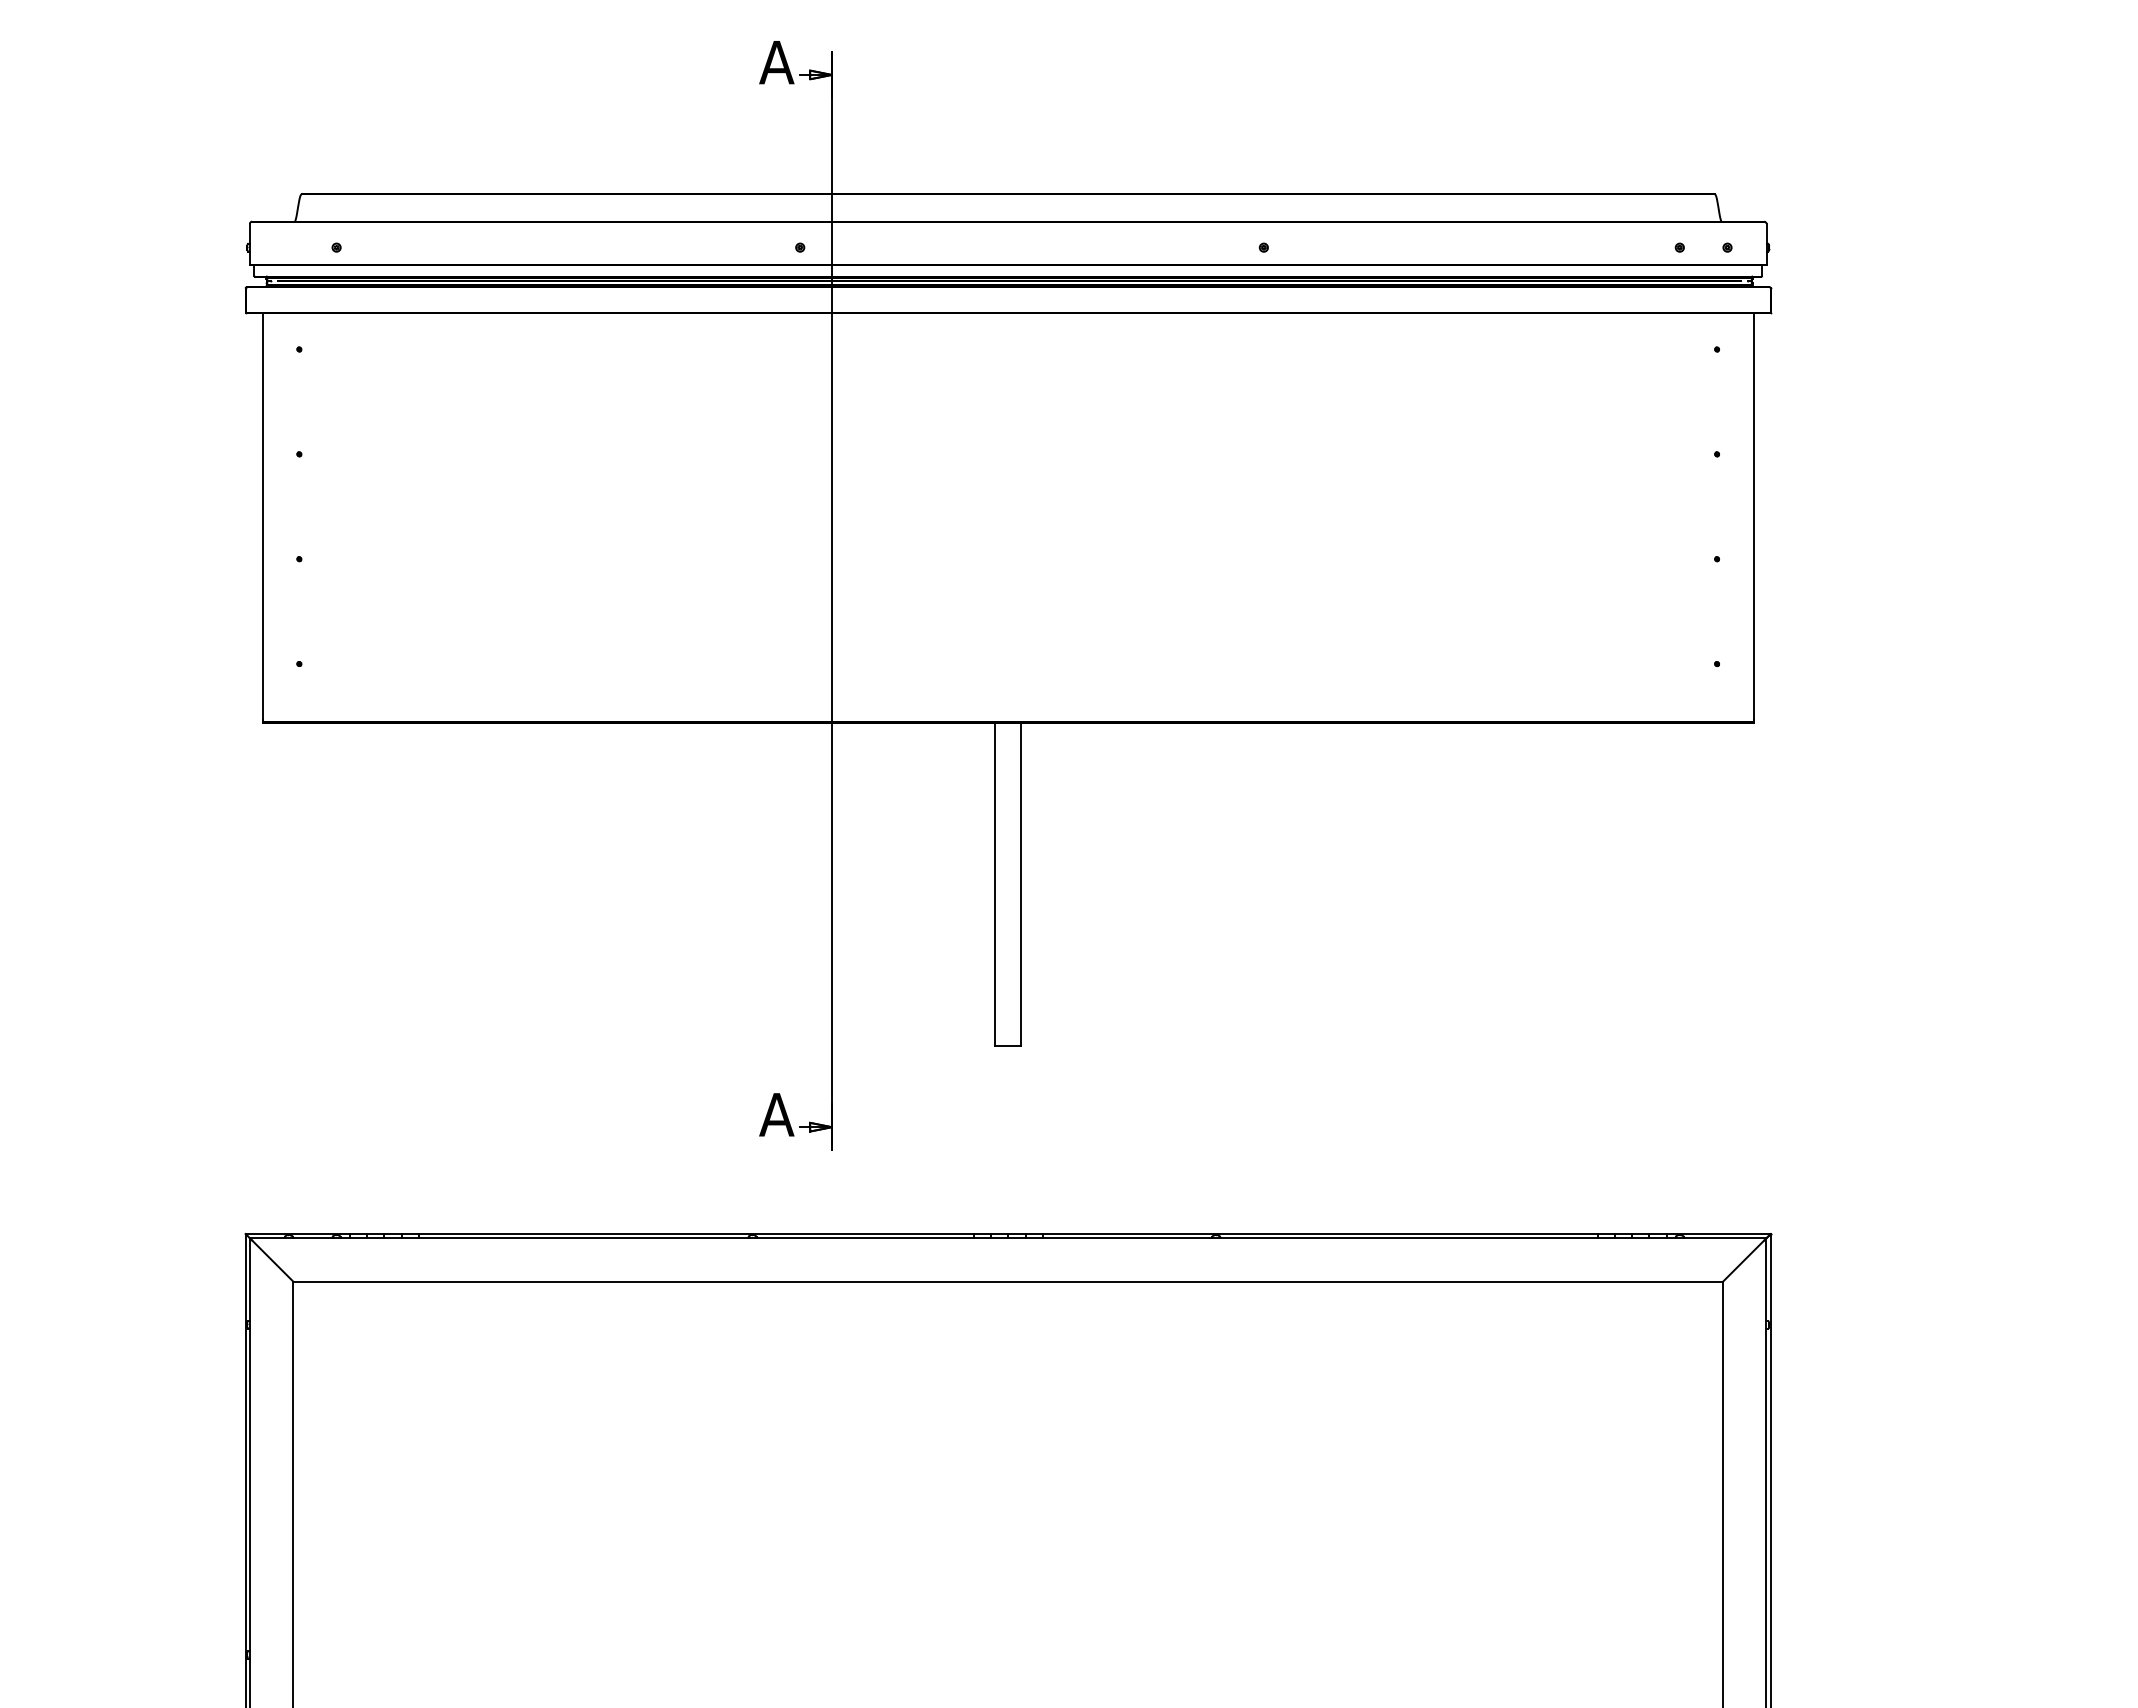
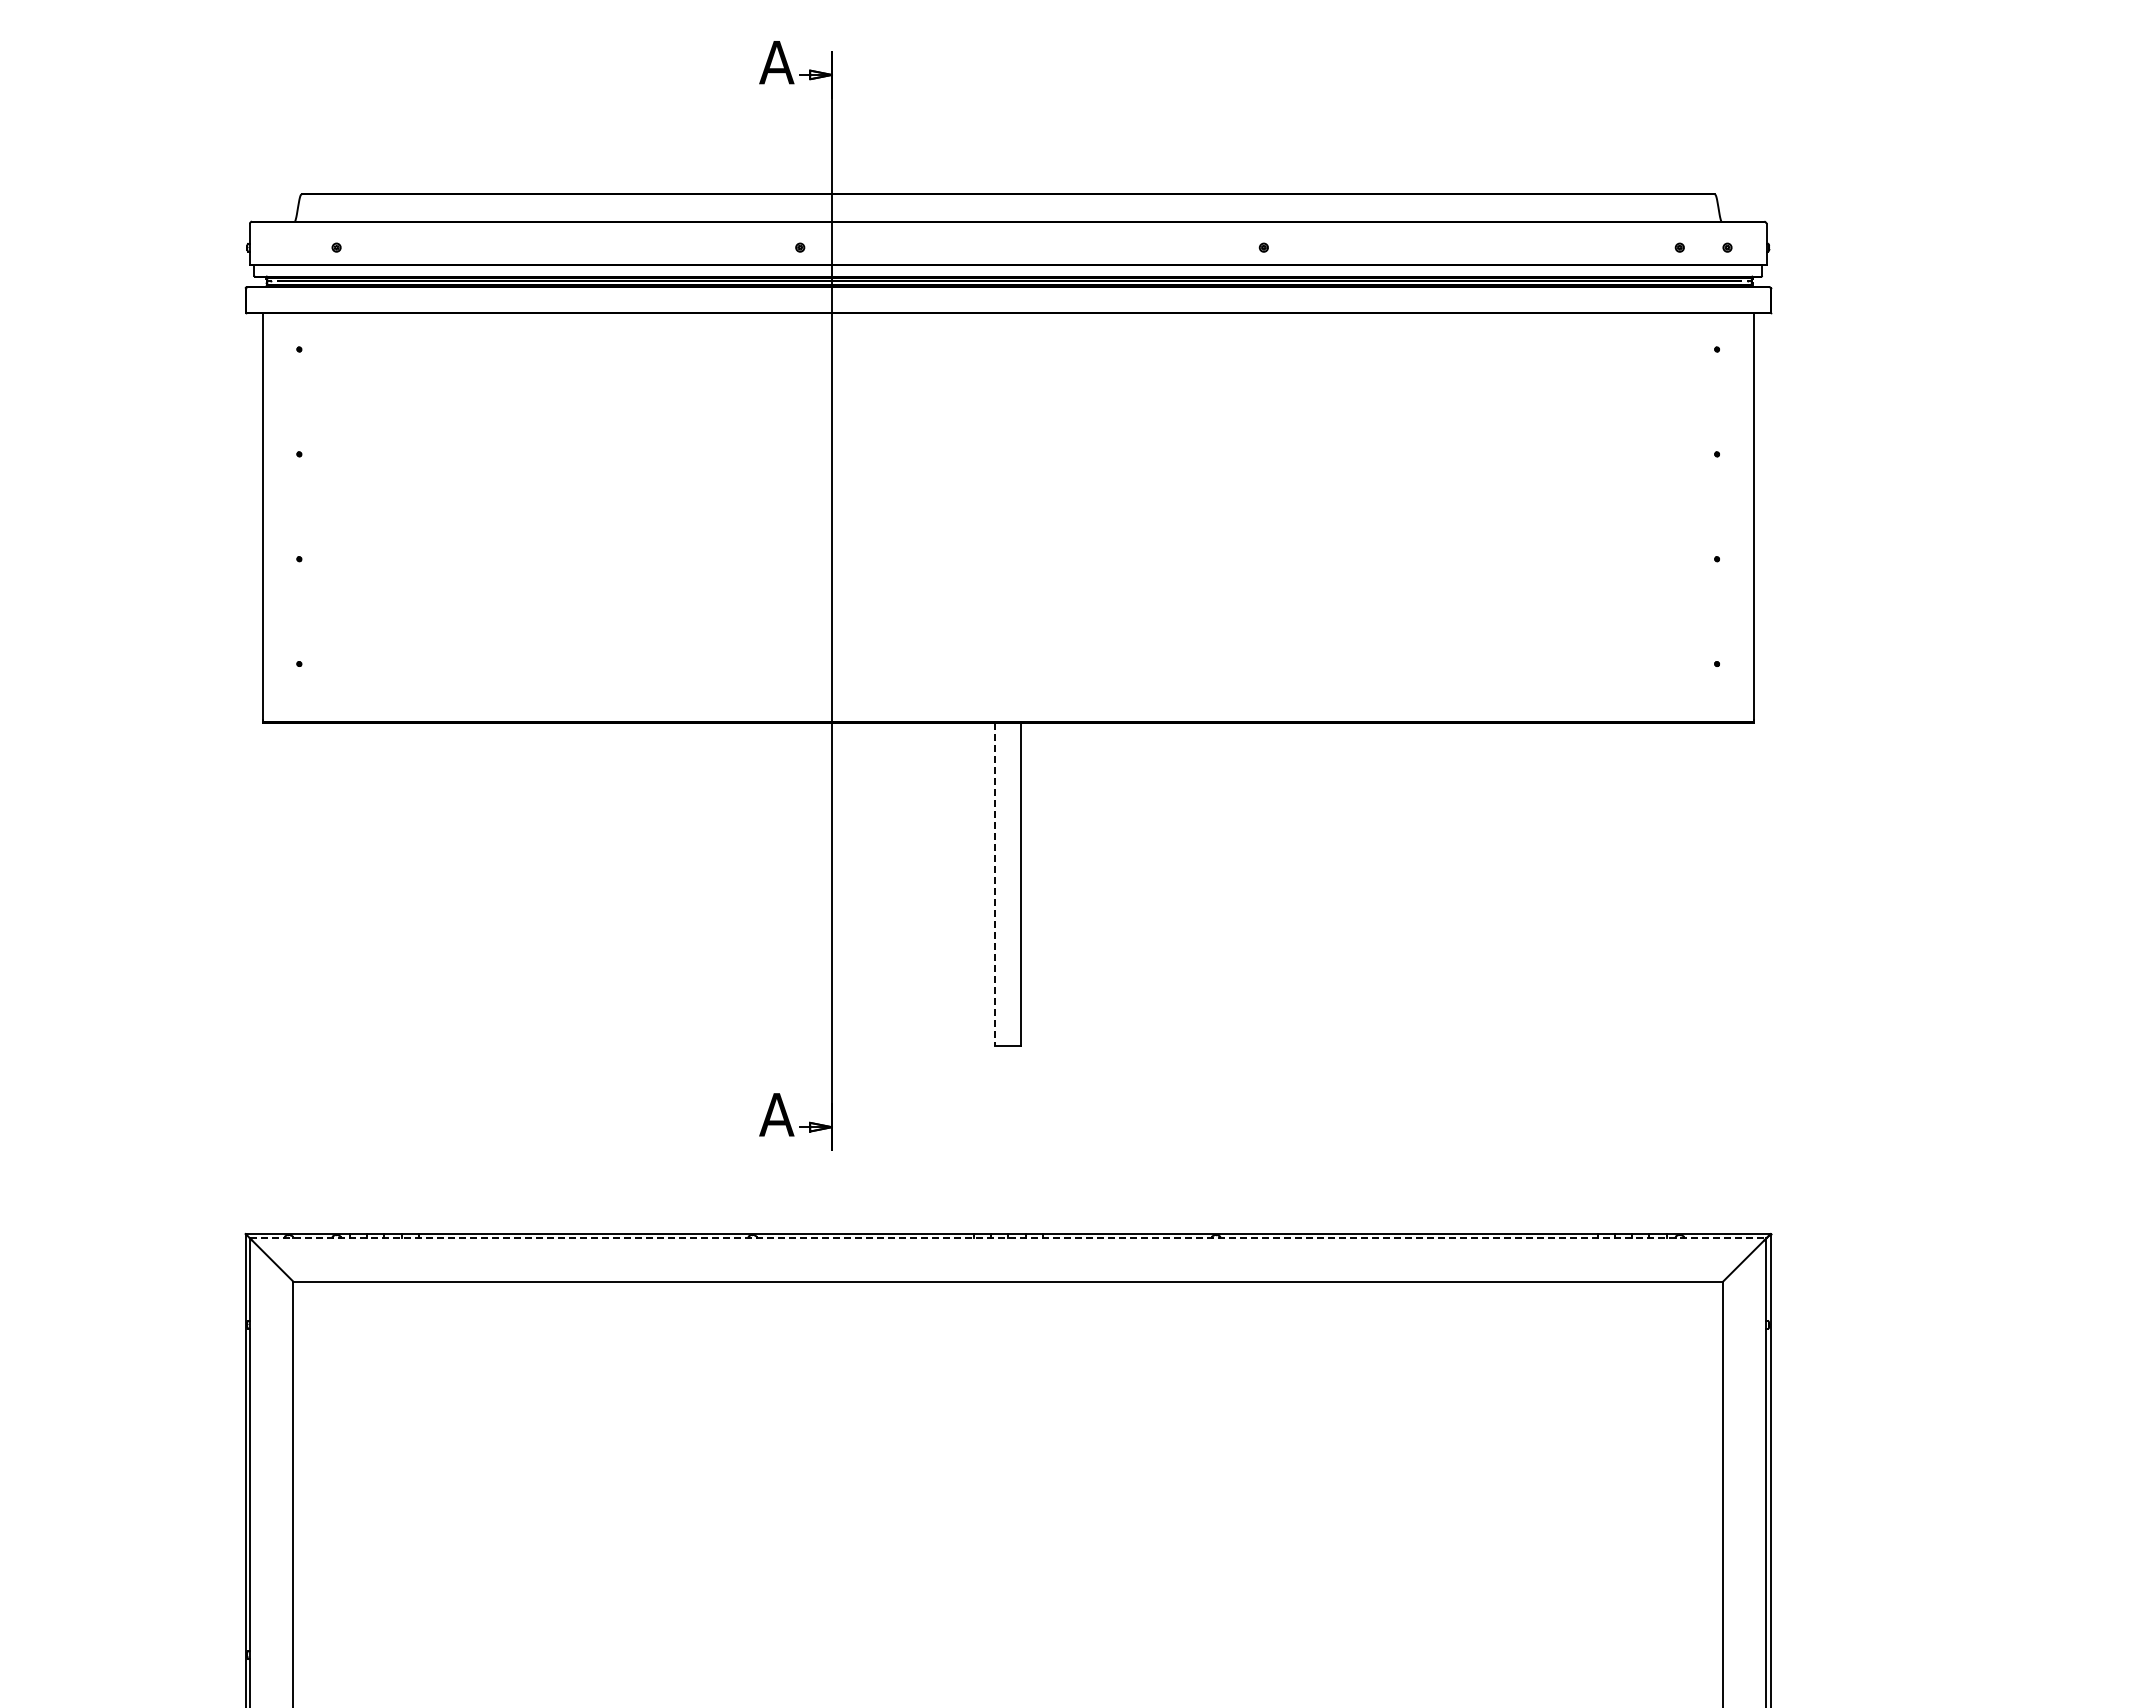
line at (995, 885): solid -> dashed
line at (1008, 1238): solid -> dashed
